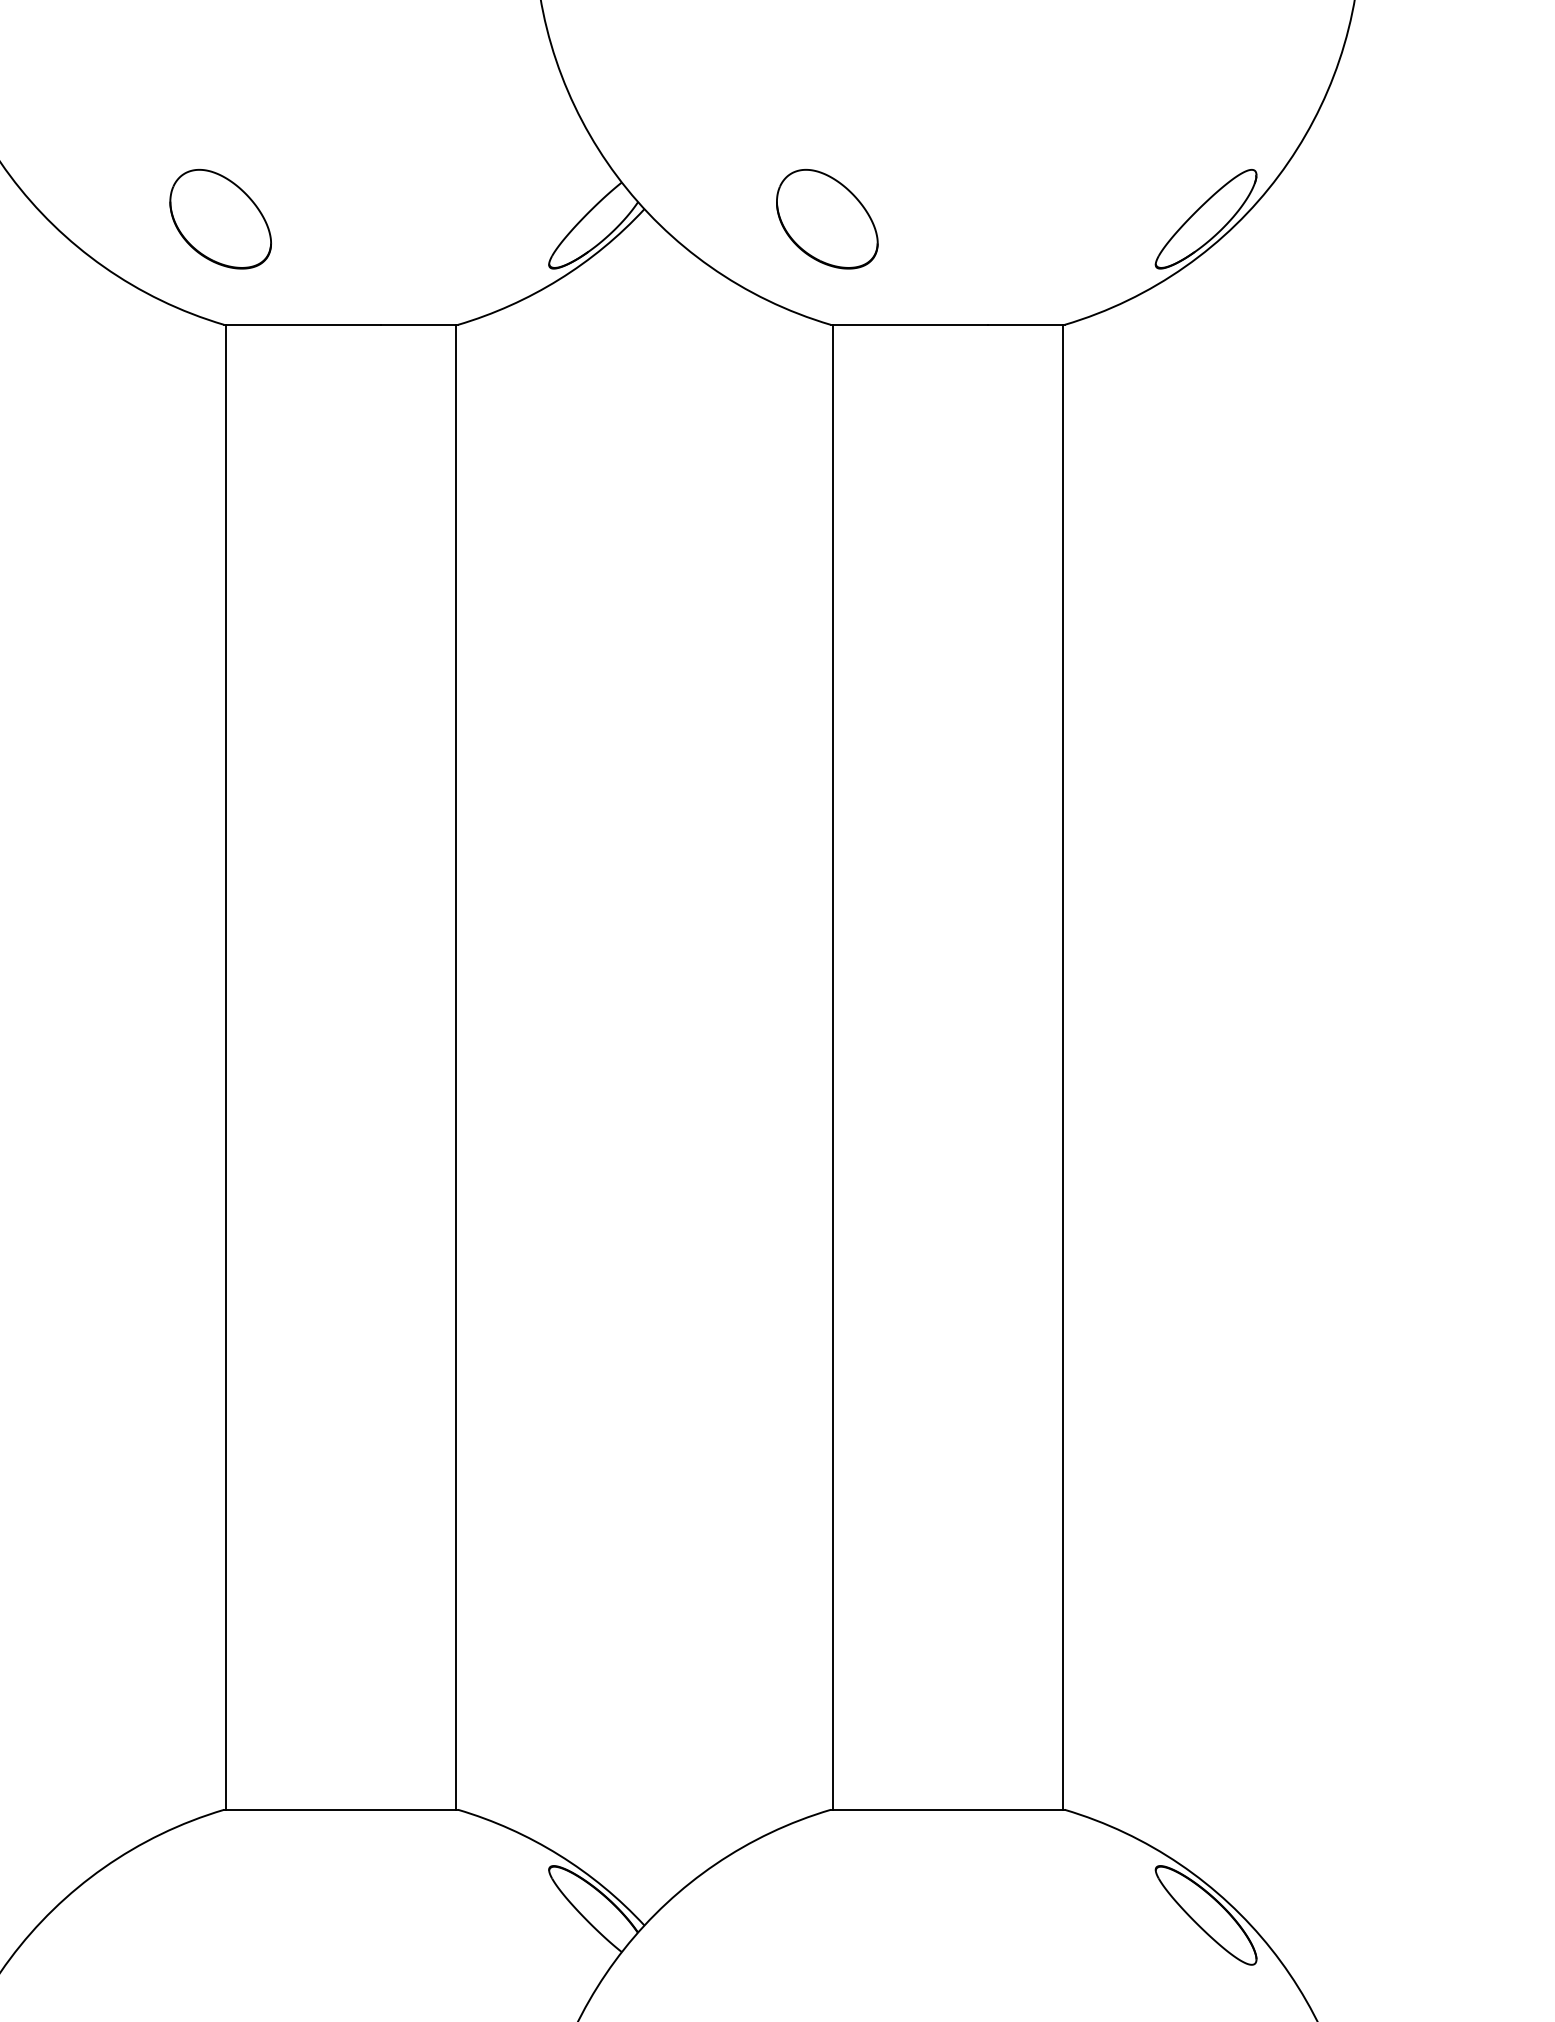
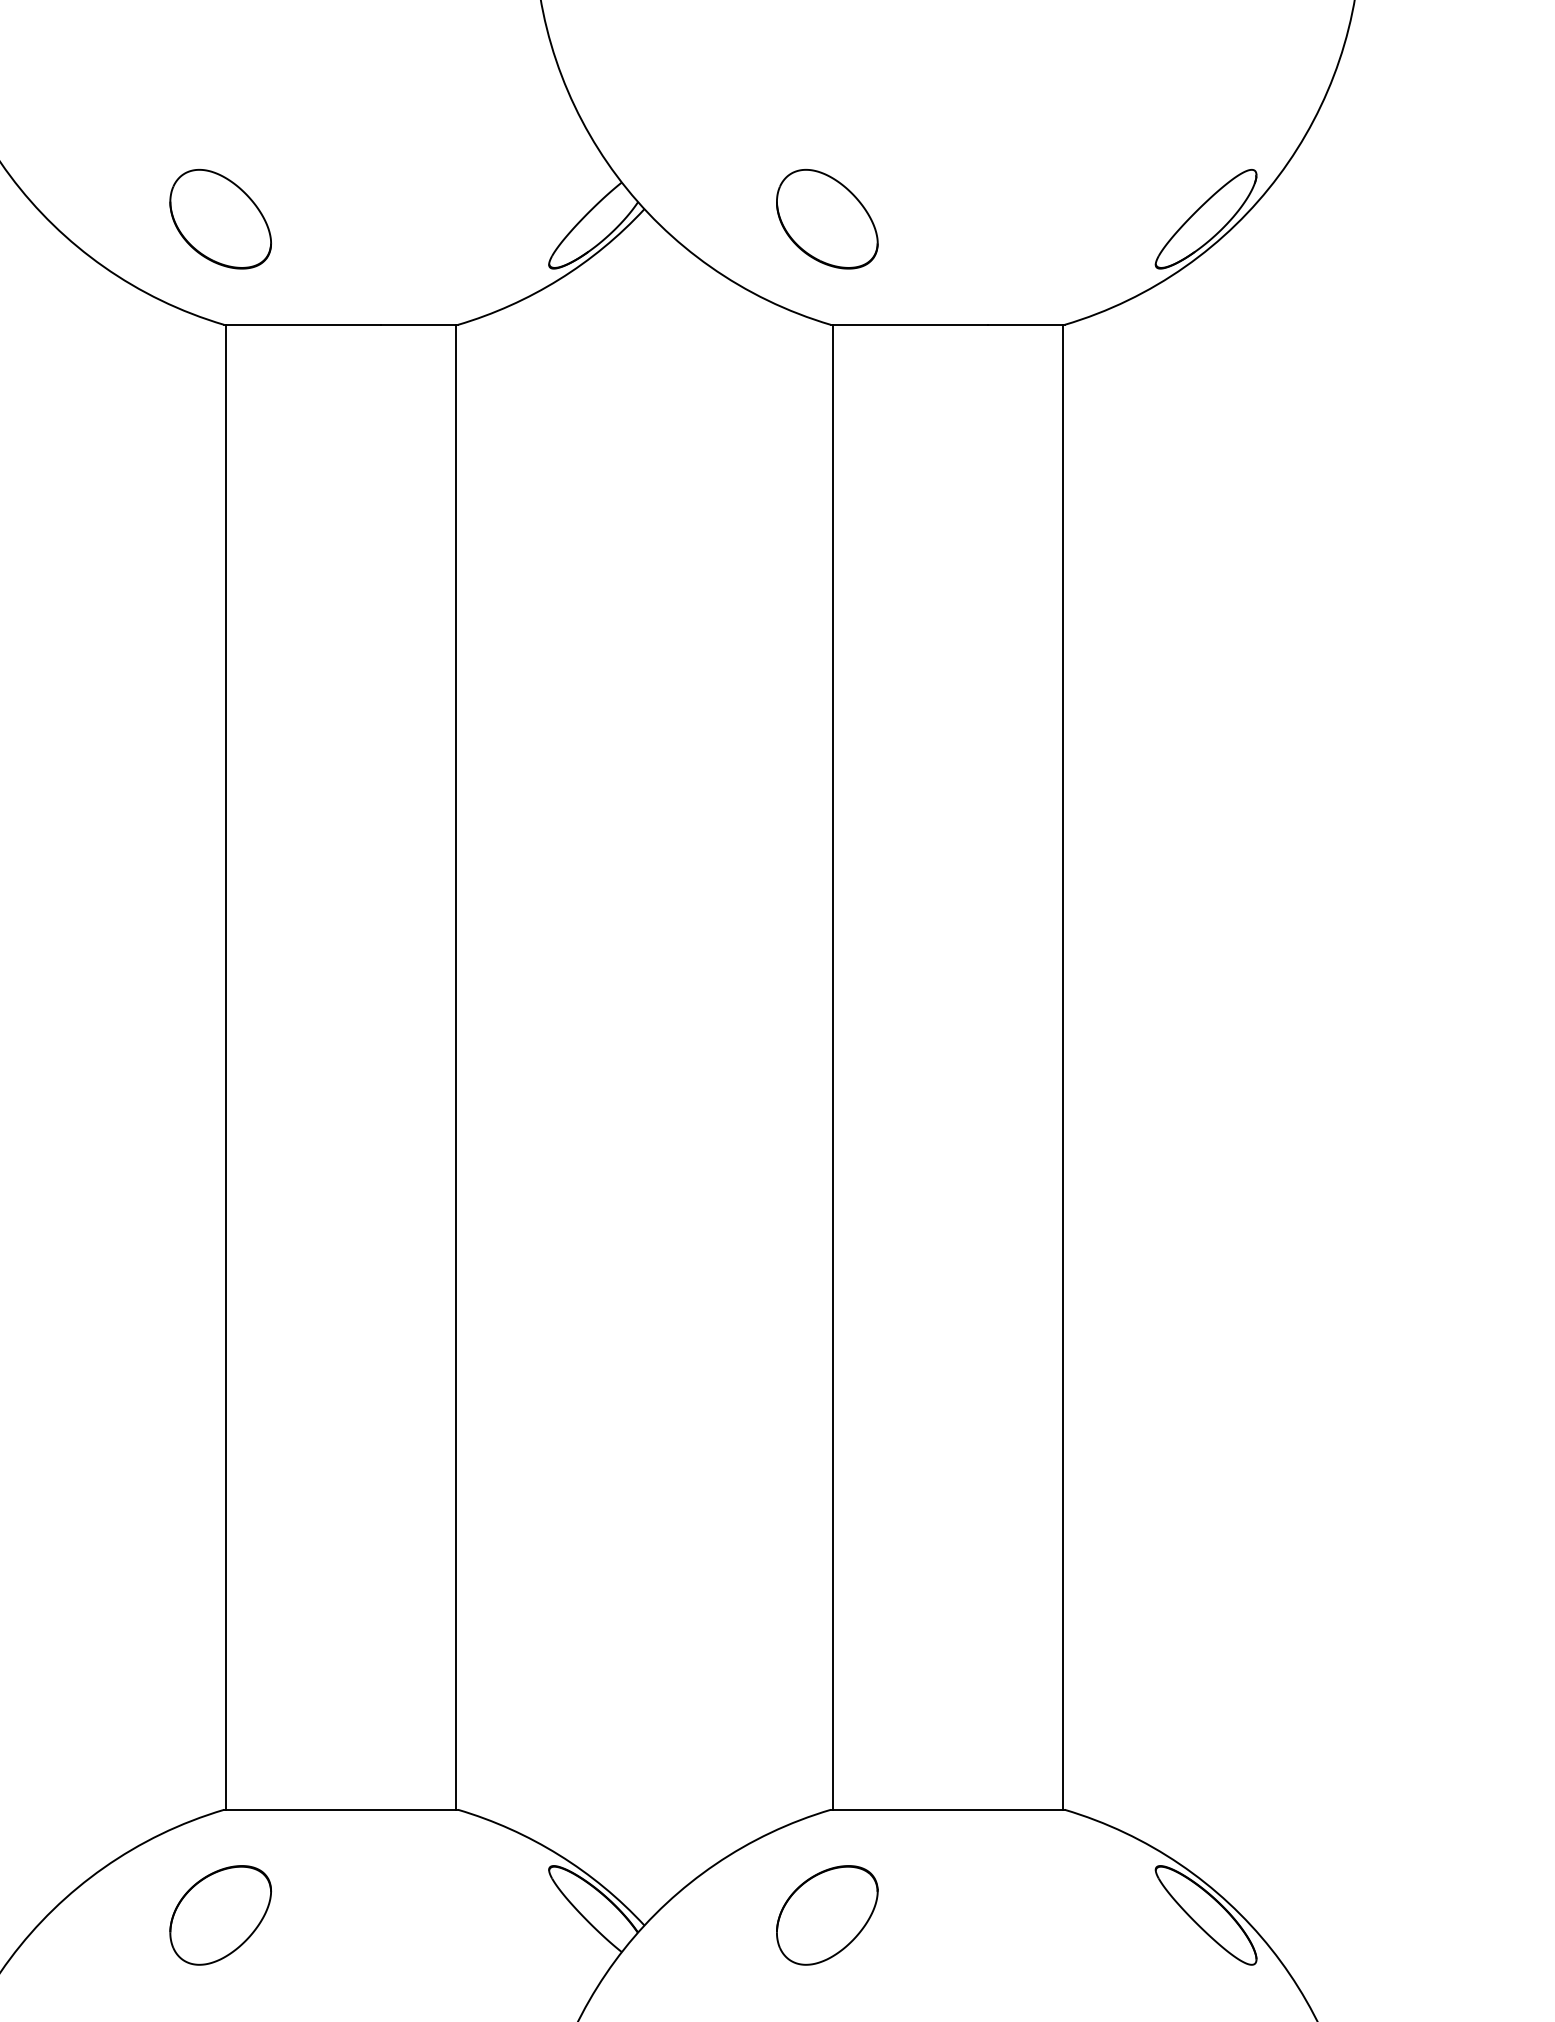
part at (220, 1915): none -> present
part at (827, 1915): none -> present
